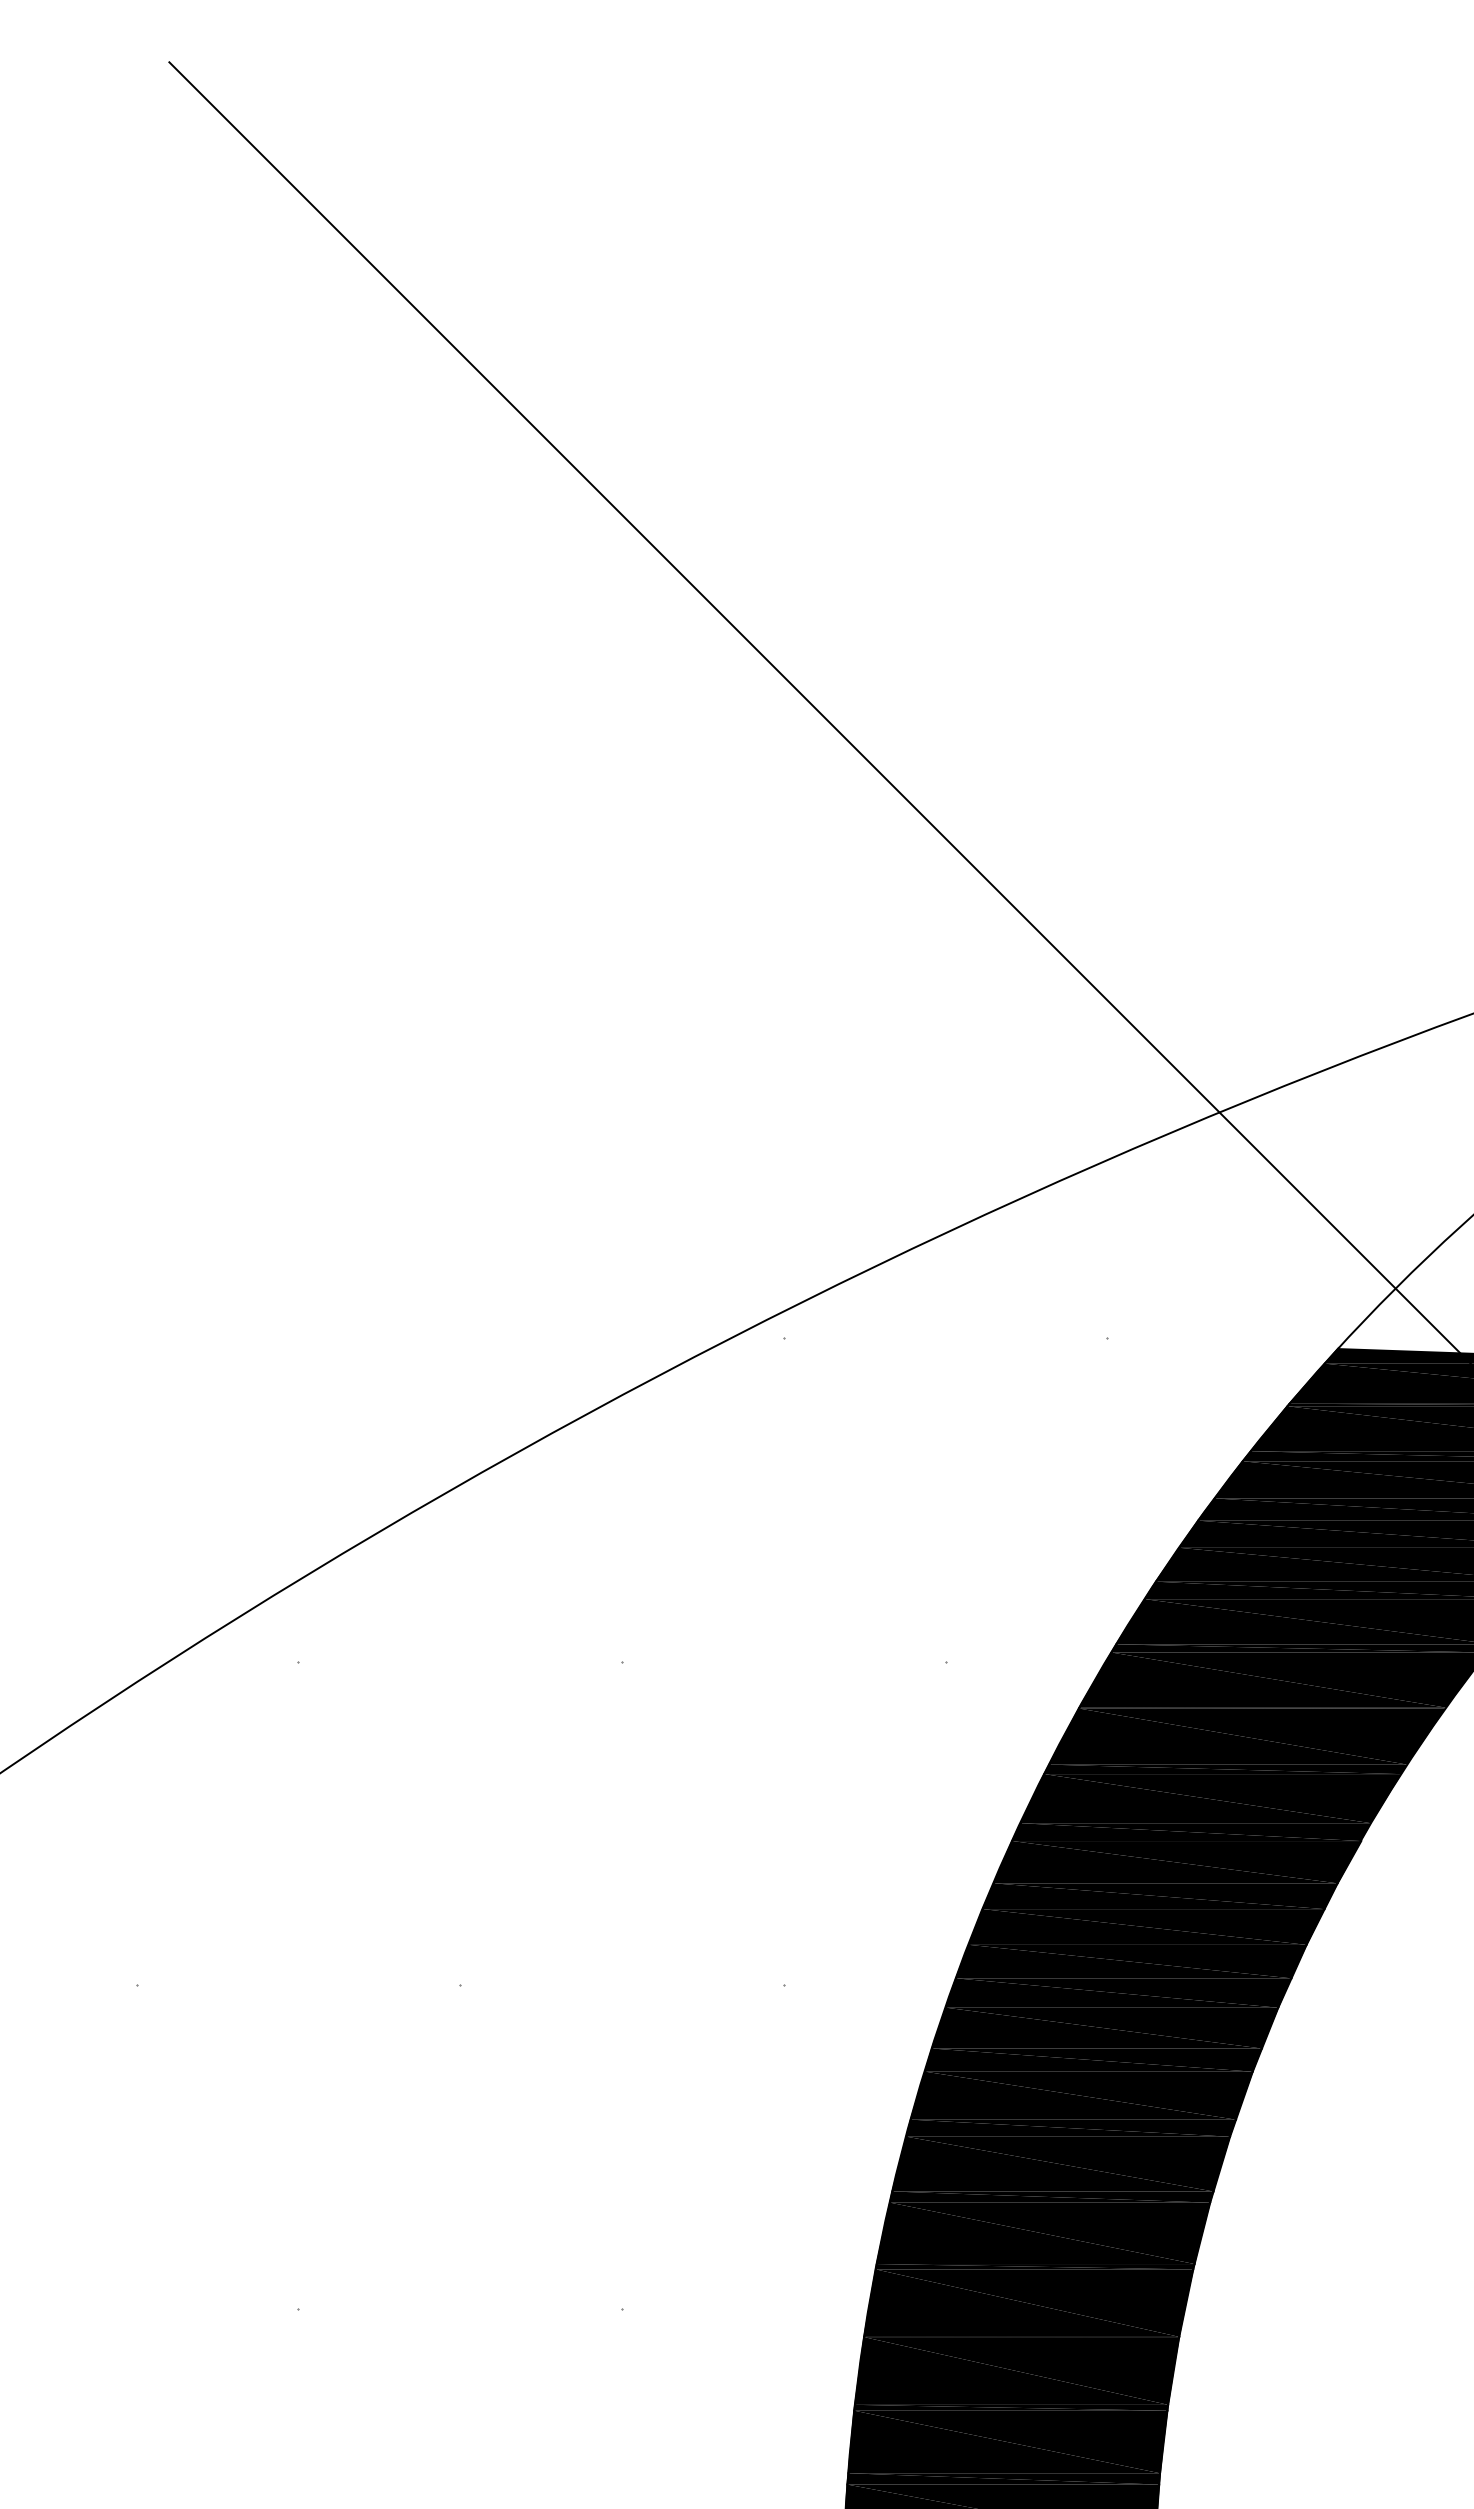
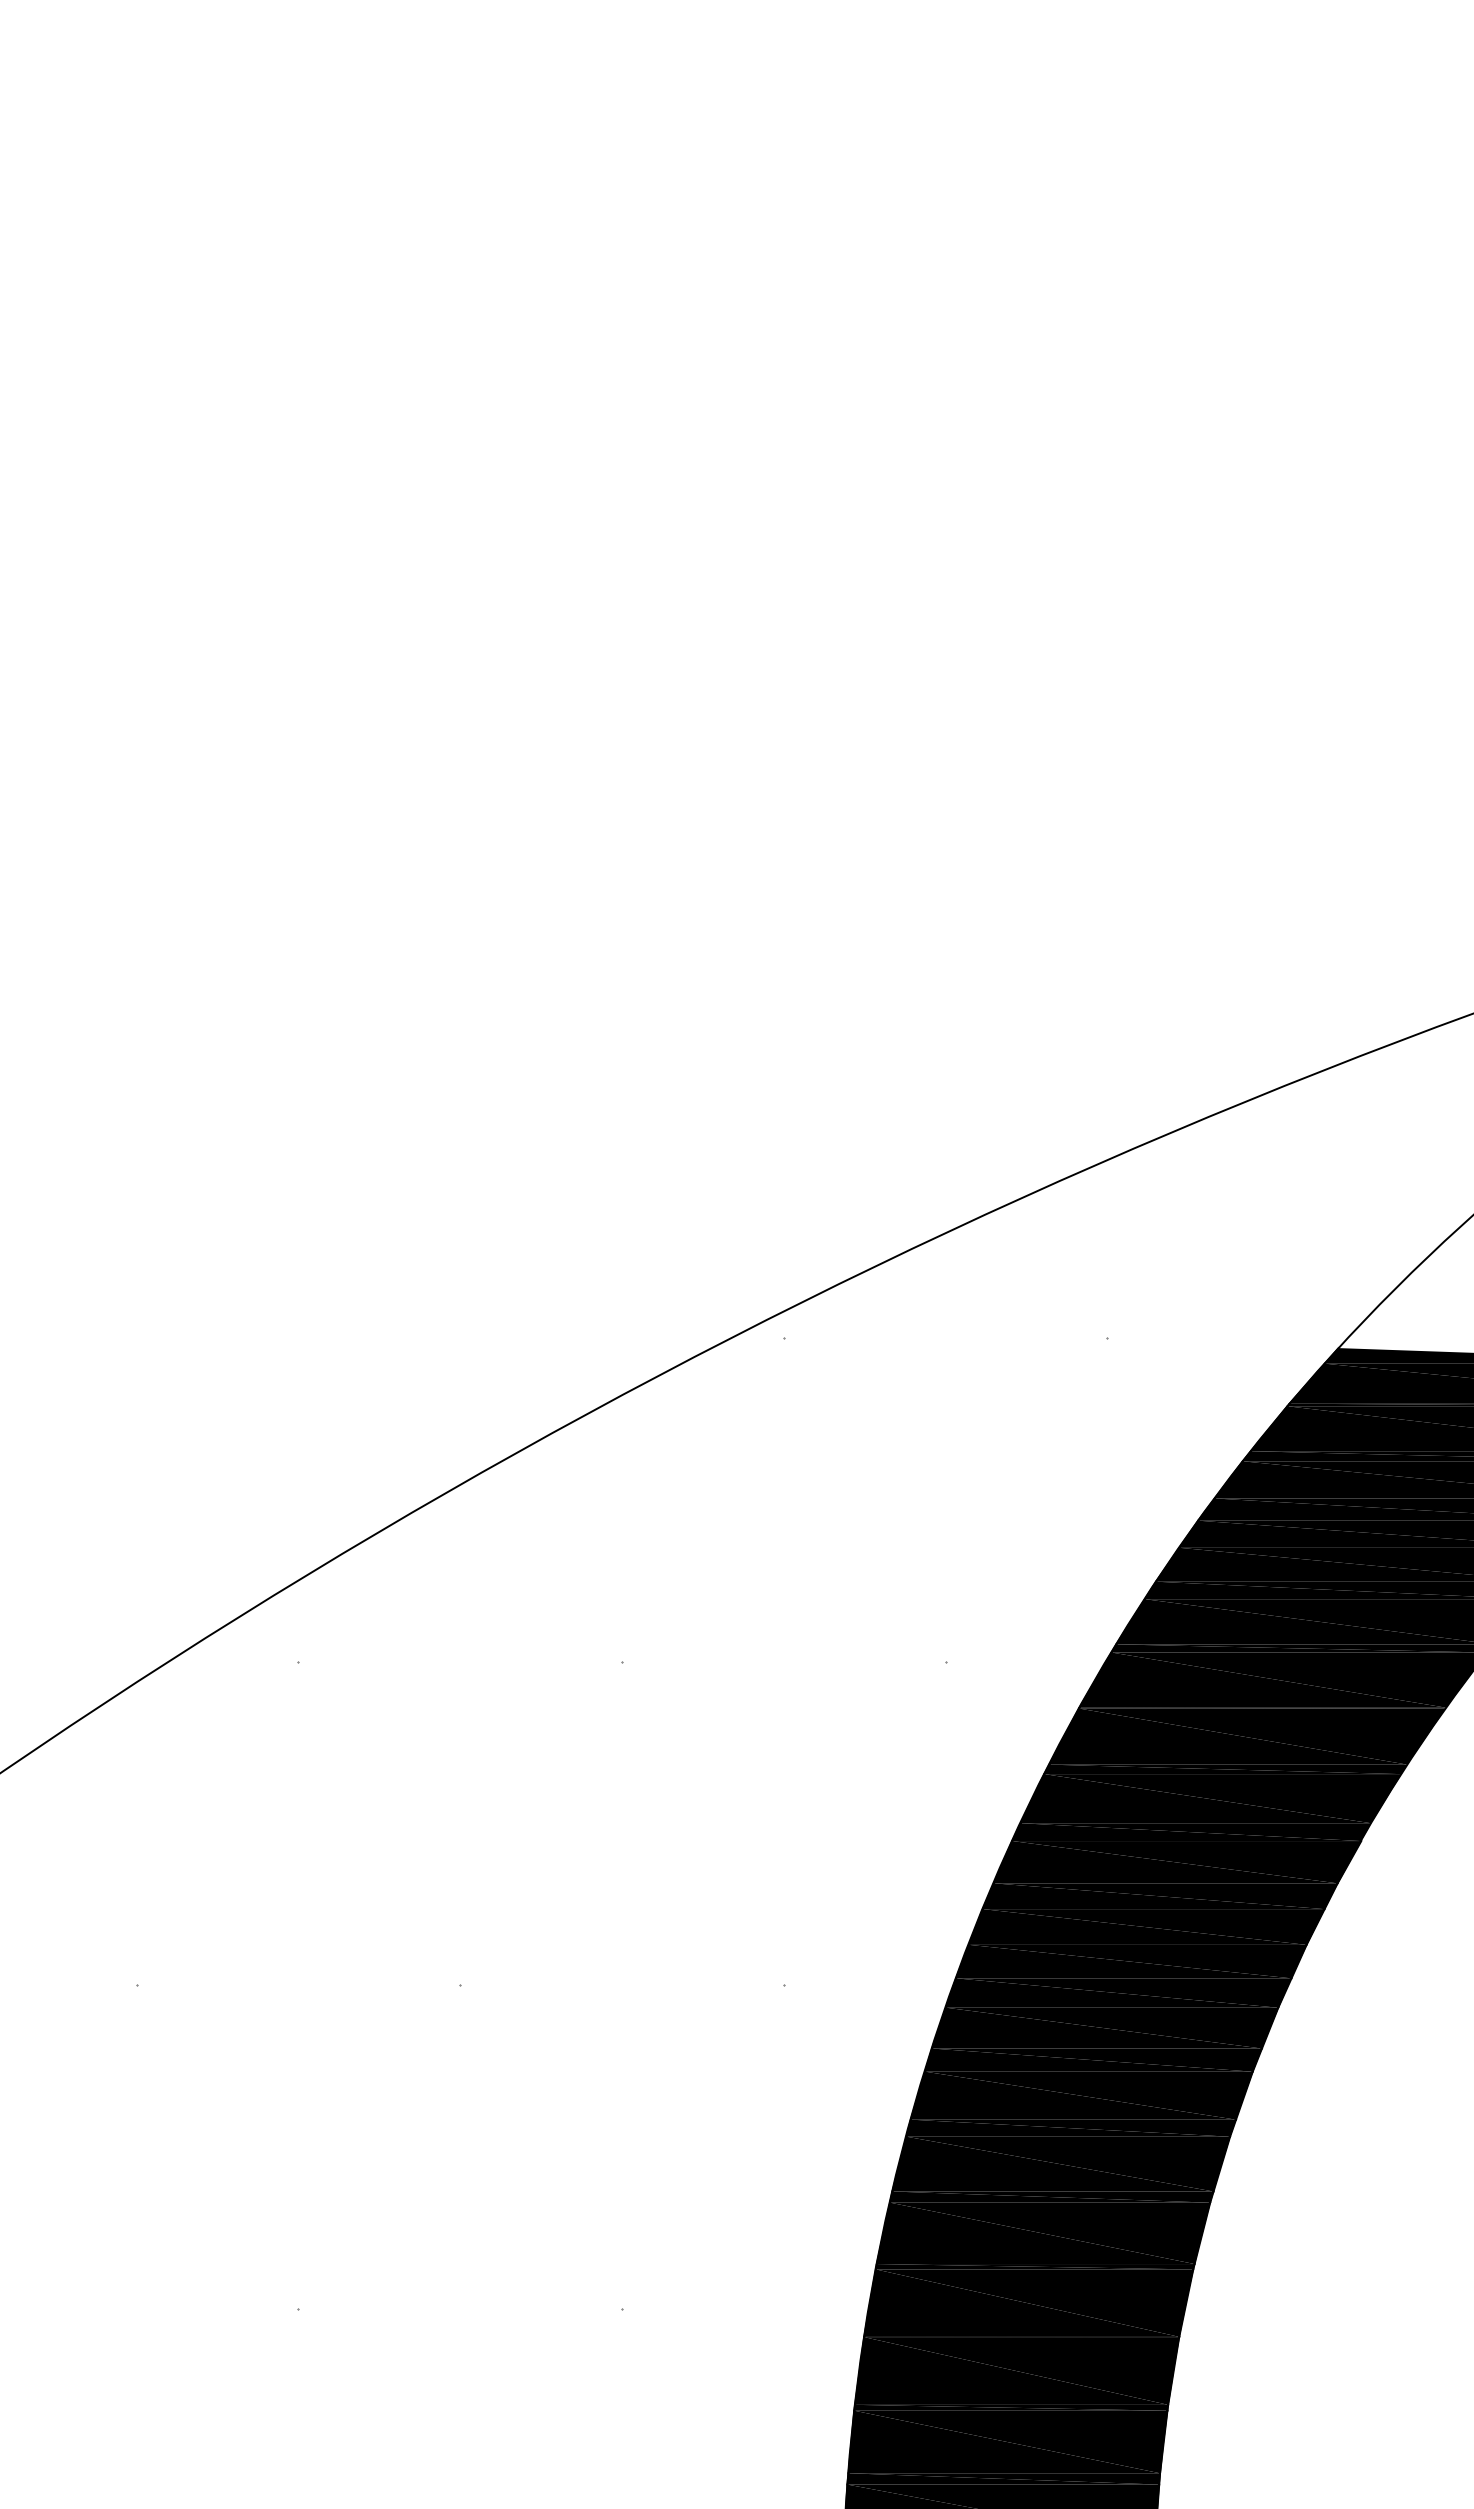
line at (819, 712): present -> none
